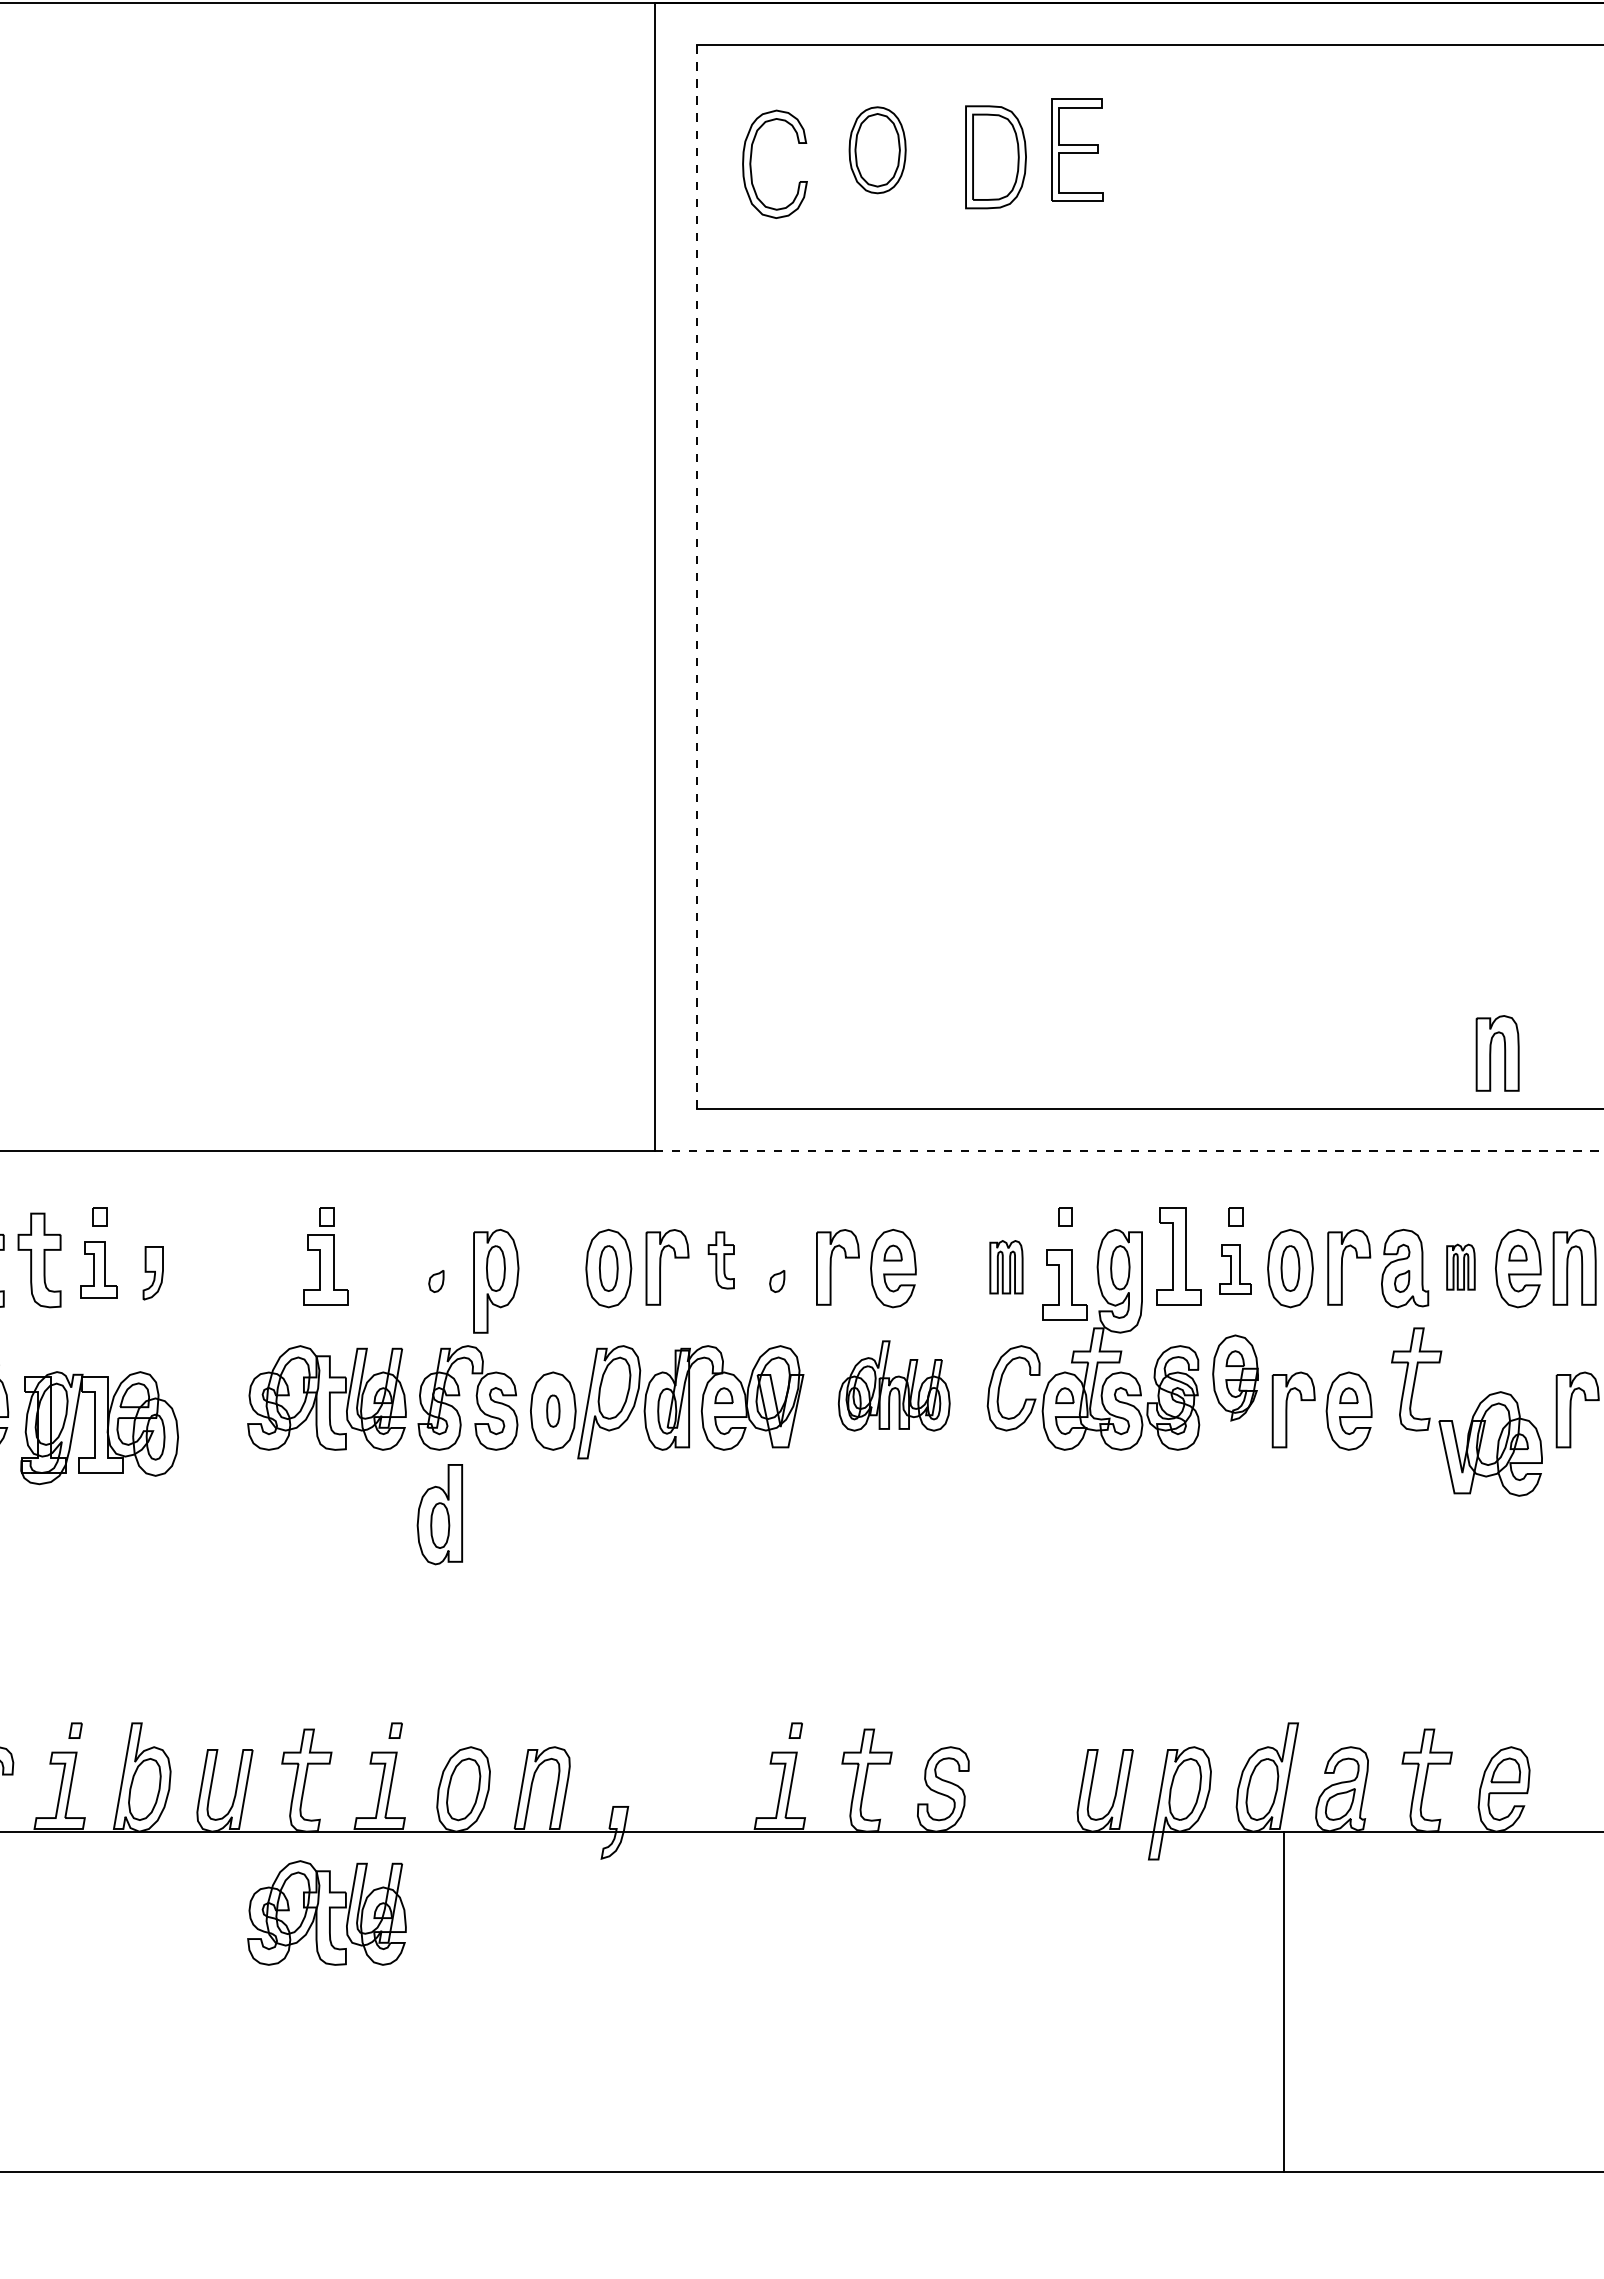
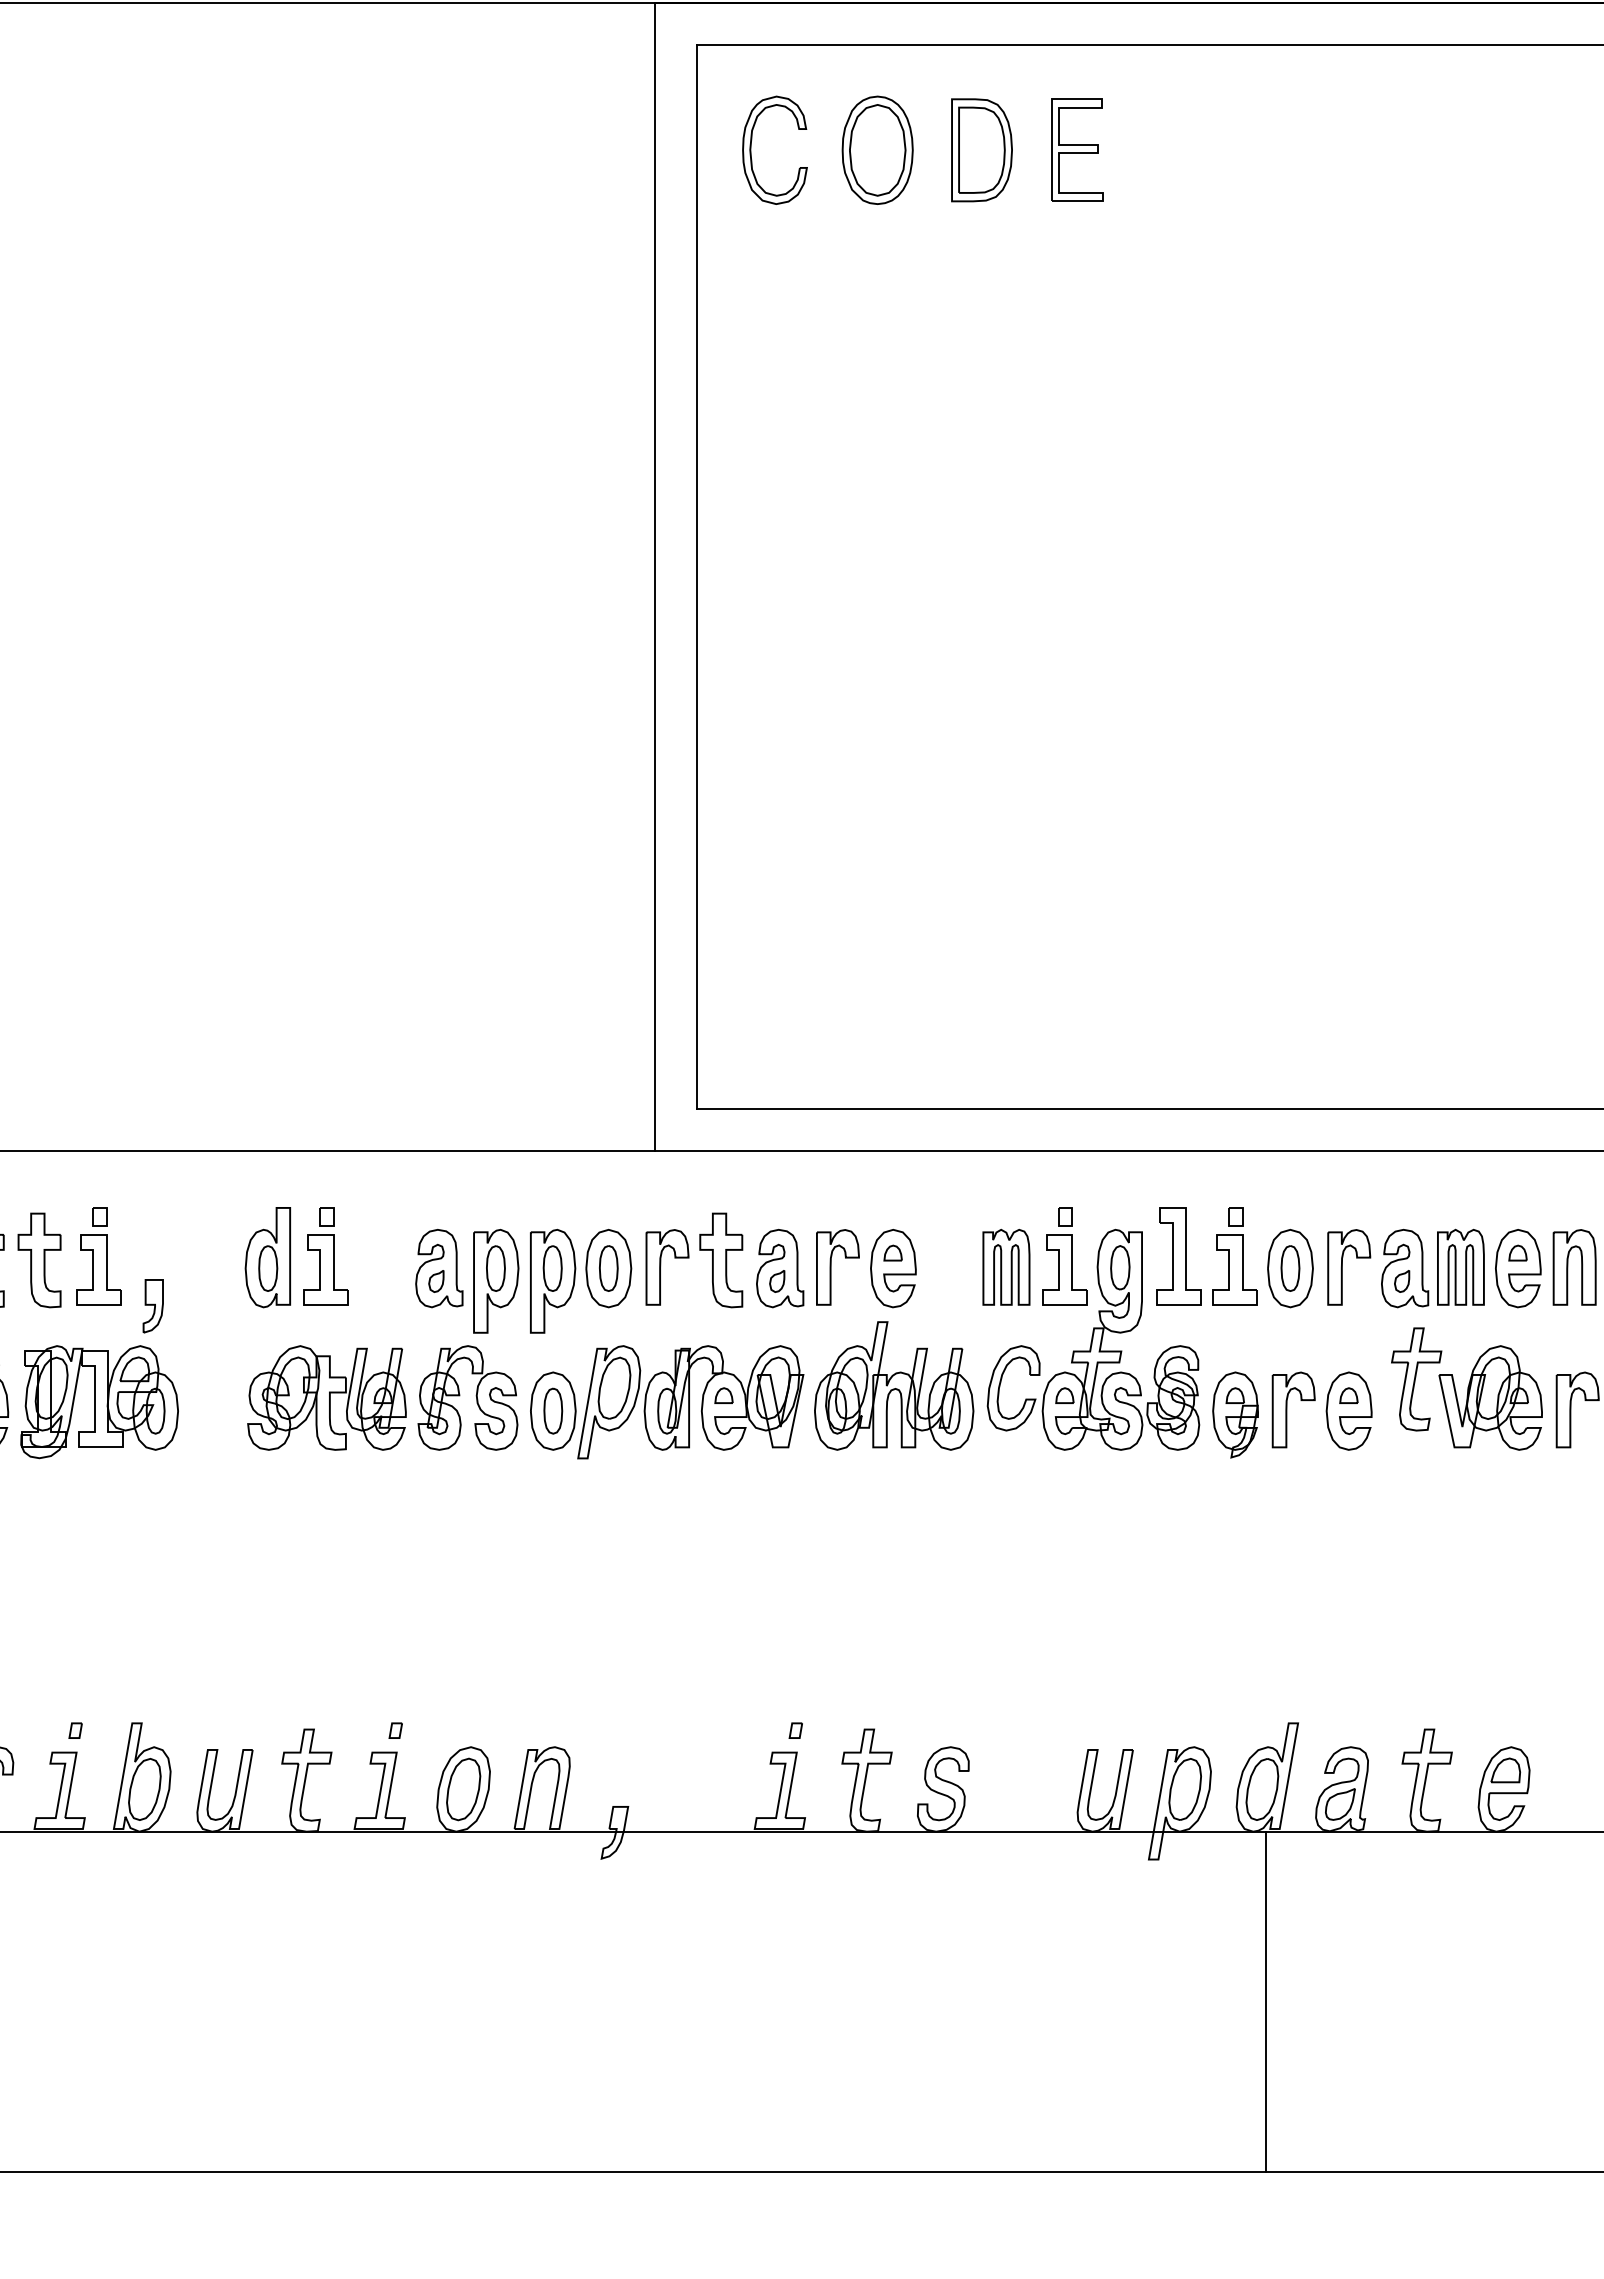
part at (877, 150) size: 59x89 px -> 73x110 px
part at (995, 157) position: (995, 157) -> (981, 150)
part at (751, 163) position: (751, 163) -> (751, 149)
line at (697, 577): dashed -> solid
part at (1497, 1053): present -> none
line at (1129, 1151): dashed -> solid
part at (720, 1260) size: 28x59 px -> 45x97 px
part at (1460, 1266) size: 30x48 px -> 48x78 px
part at (1006, 1267) size: 35x55 px -> 49x78 px
part at (439, 1268): none -> present
part at (780, 1268): none -> present
part at (98, 1269) size: 38x58 px -> 46x72 px
part at (1235, 1269) size: 33x51 px -> 46x72 px
part at (152, 1273) position: (152, 1273) -> (152, 1306)
part at (553, 1280): none -> present
part at (1064, 1284) position: (1064, 1284) -> (1064, 1269)
part at (1235, 1377) position: (1235, 1377) -> (1235, 1414)
part at (894, 1385) size: 113x92 px -> 161x130 px
part at (553, 1410) size: 15x34 px -> 21x48 px
part at (99, 1428) position: (99, 1428) -> (99, 1402)
part at (1490, 1443) position: (1490, 1443) -> (1490, 1397)
part at (439, 1514) position: (439, 1514) -> (267, 1257)
part at (326, 1912): present -> none
line at (1283, 2001) position: (1283, 2001) -> (1265, 2001)
